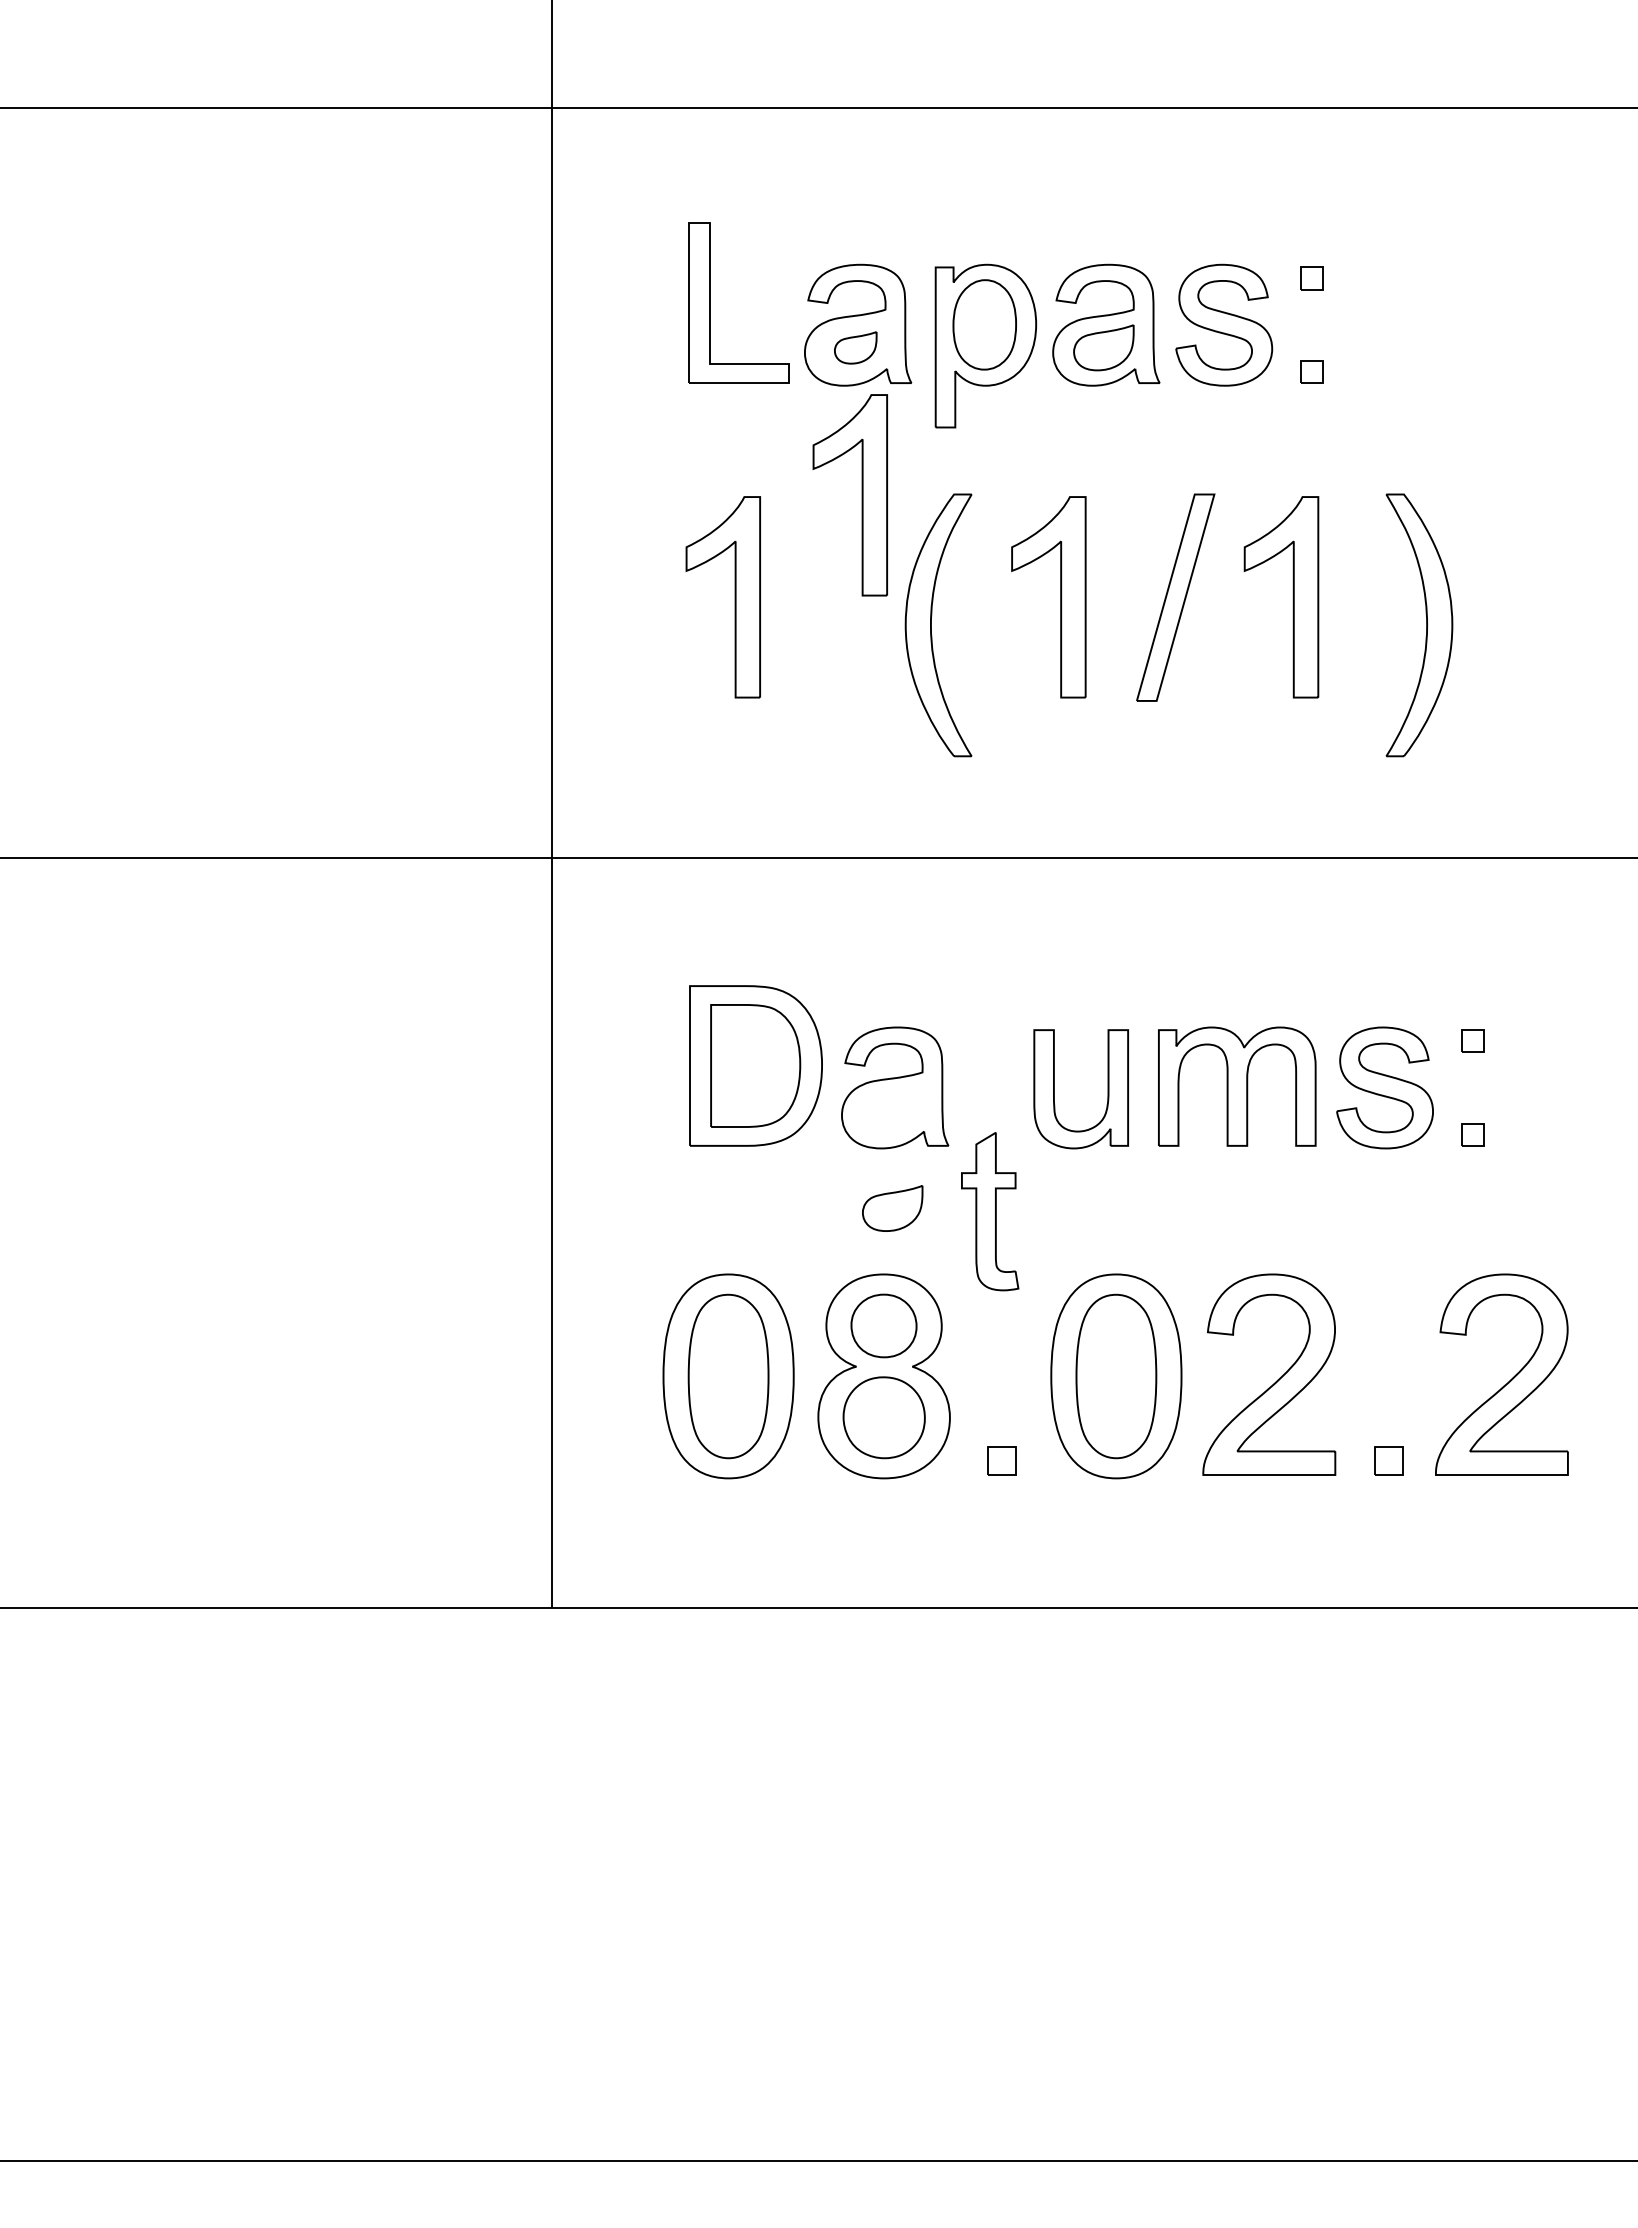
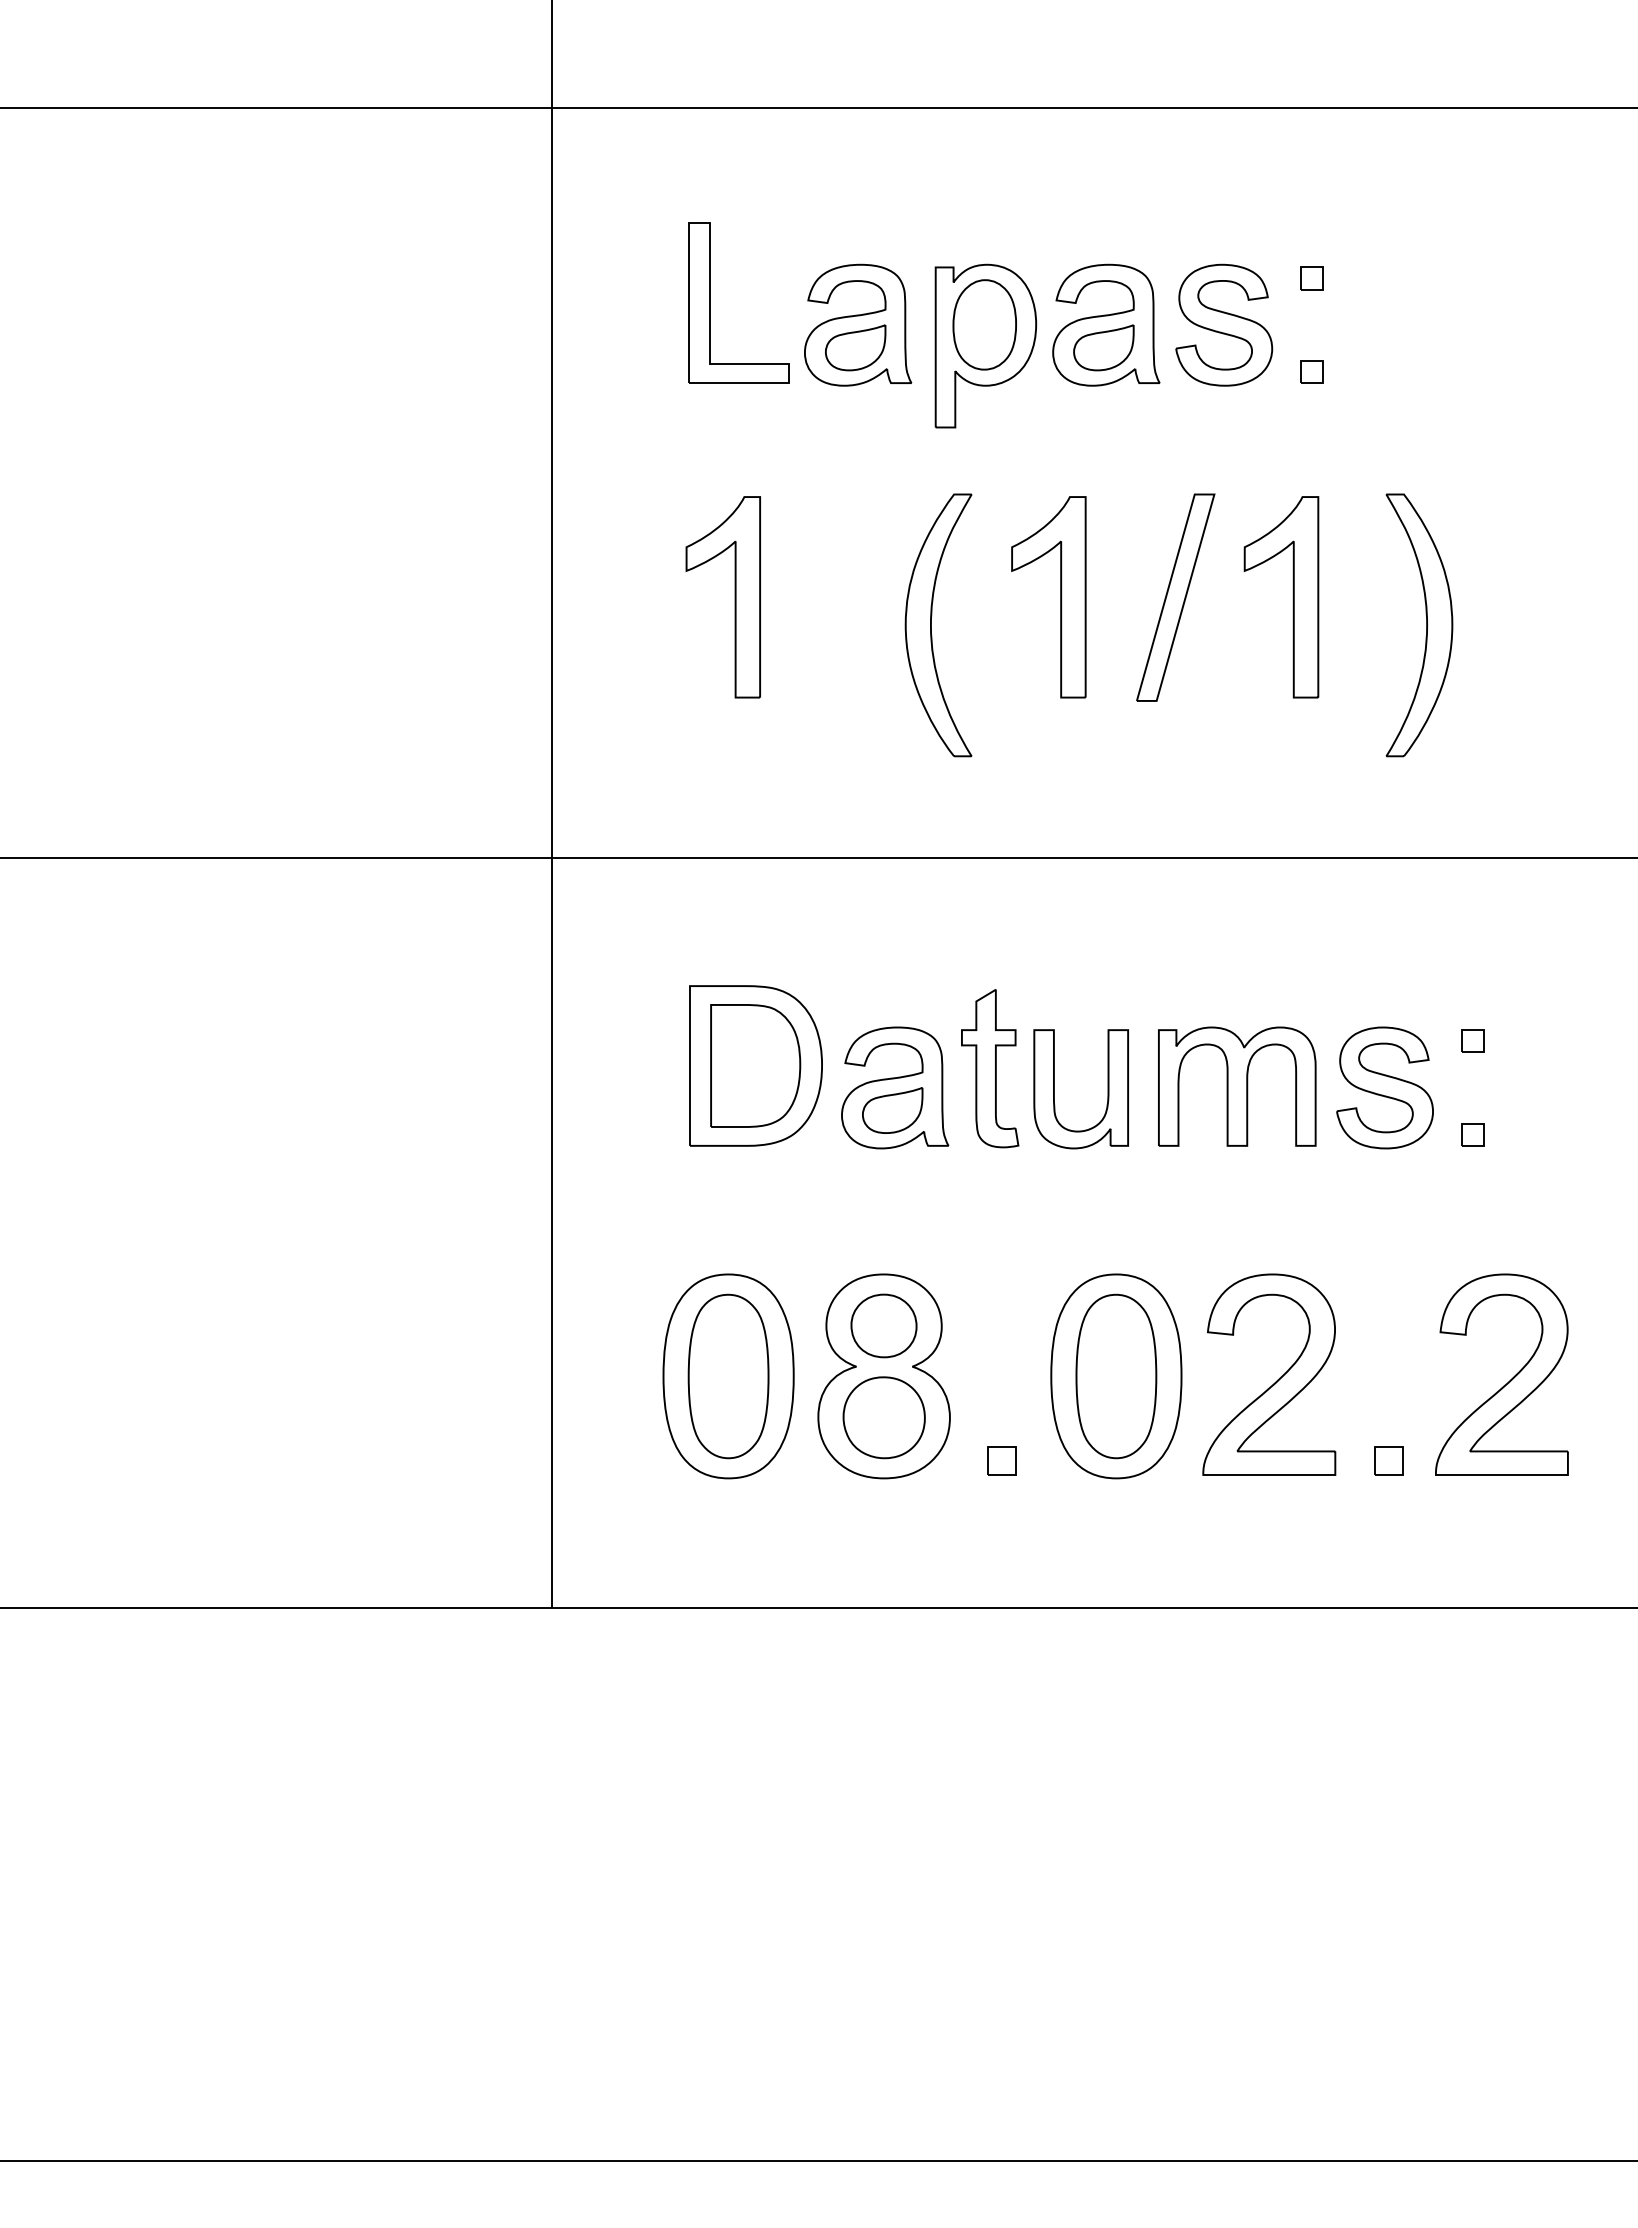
part at (855, 347) size: 44x34 px -> 62x48 px
part at (861, 495): present -> none
part at (892, 1208) position: (892, 1208) -> (892, 1110)
part at (990, 1211) position: (990, 1211) -> (990, 1068)
